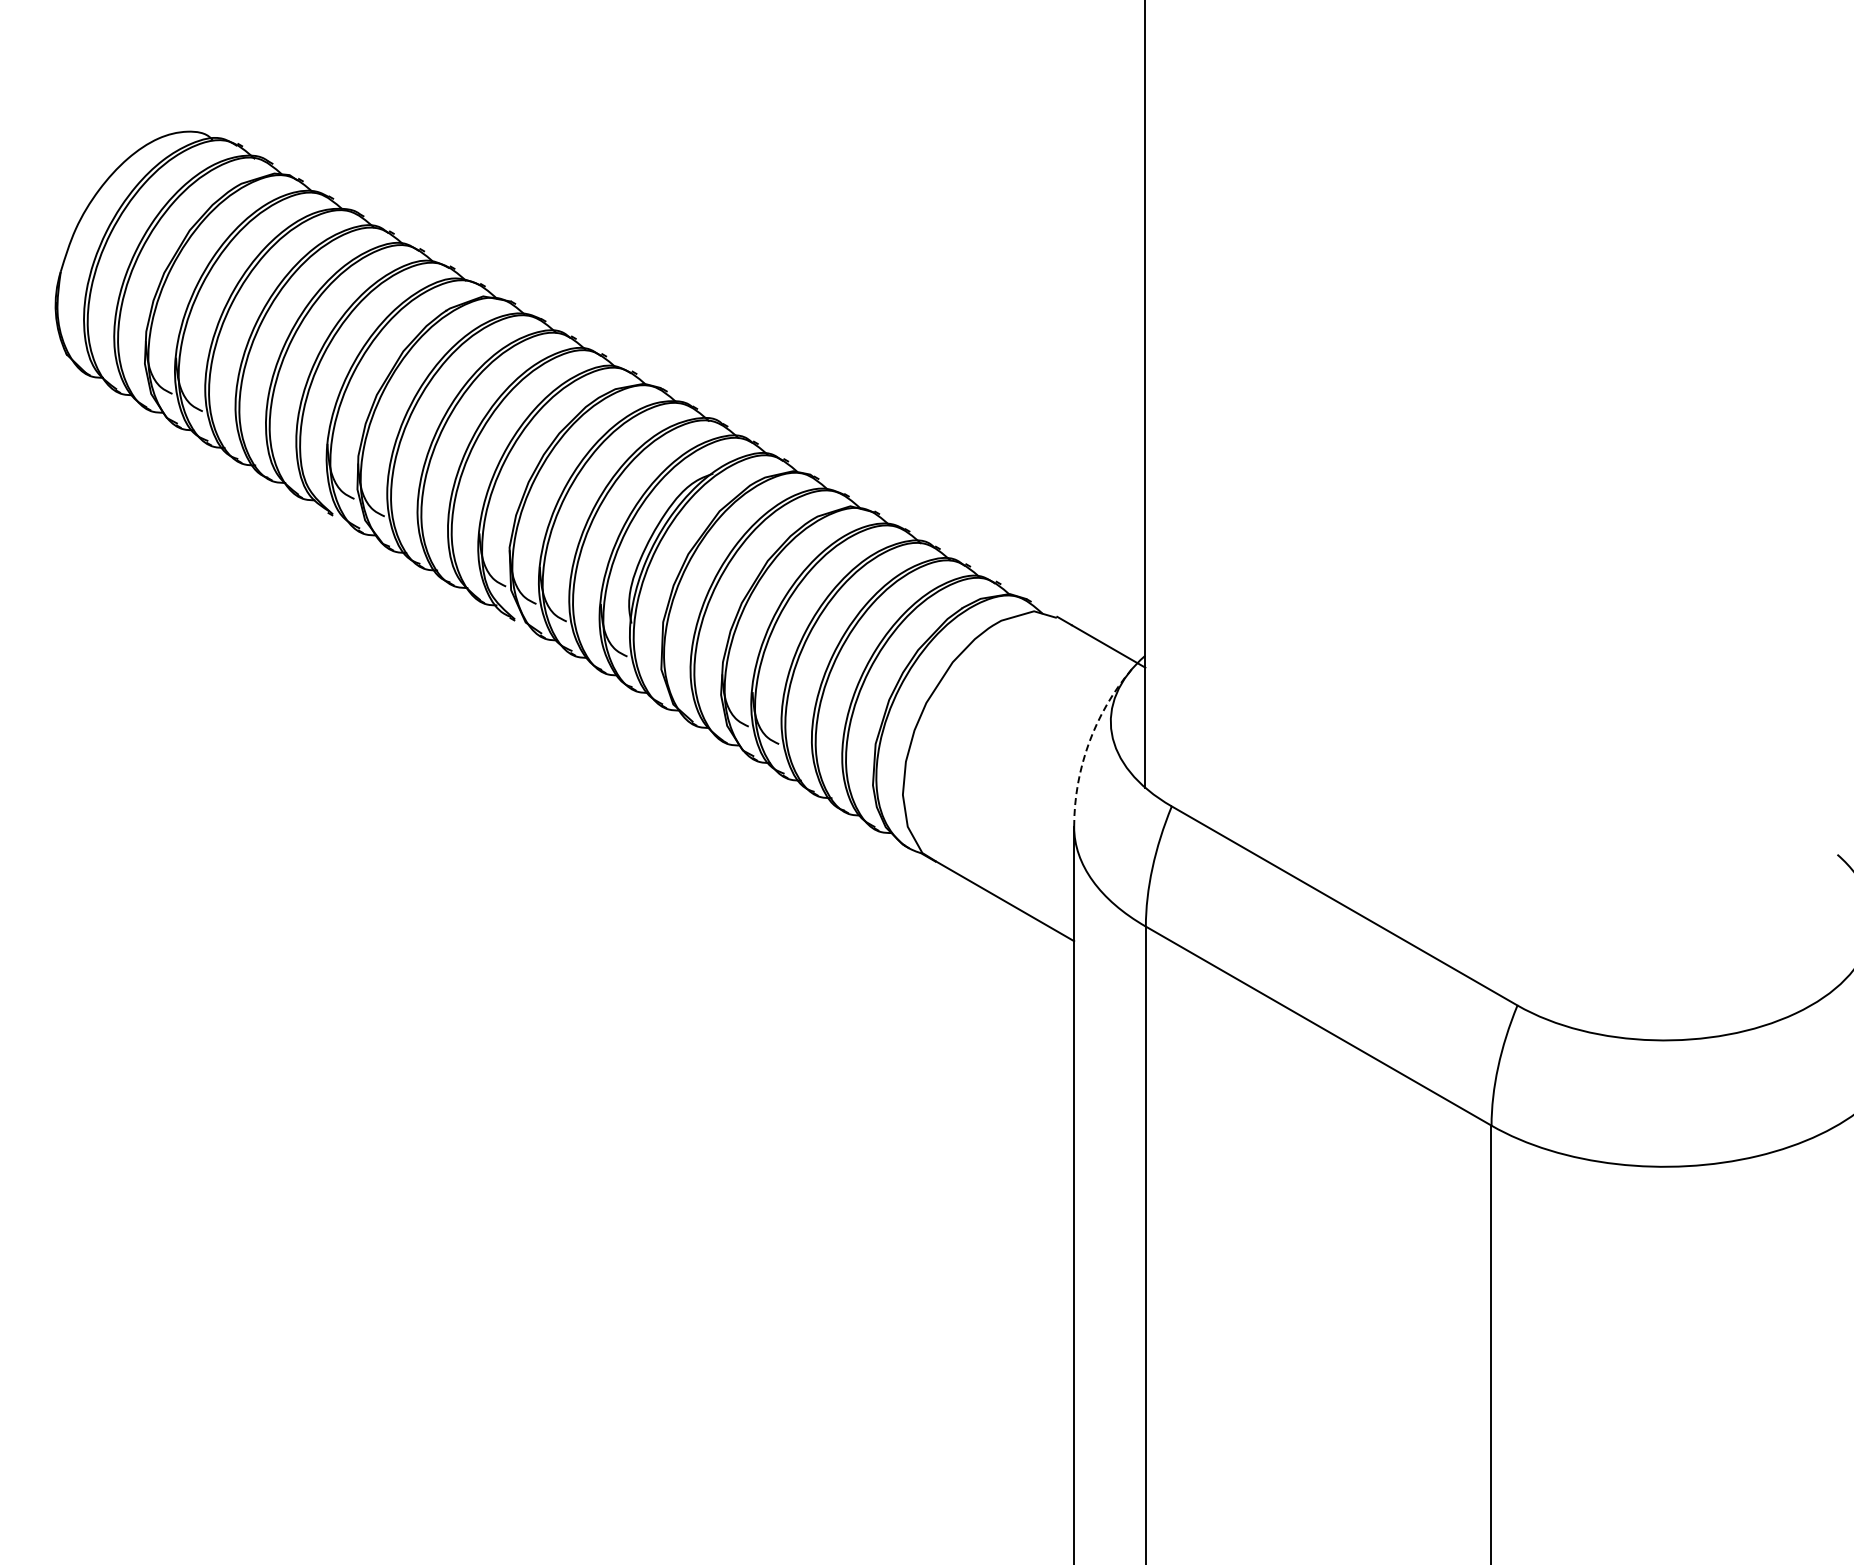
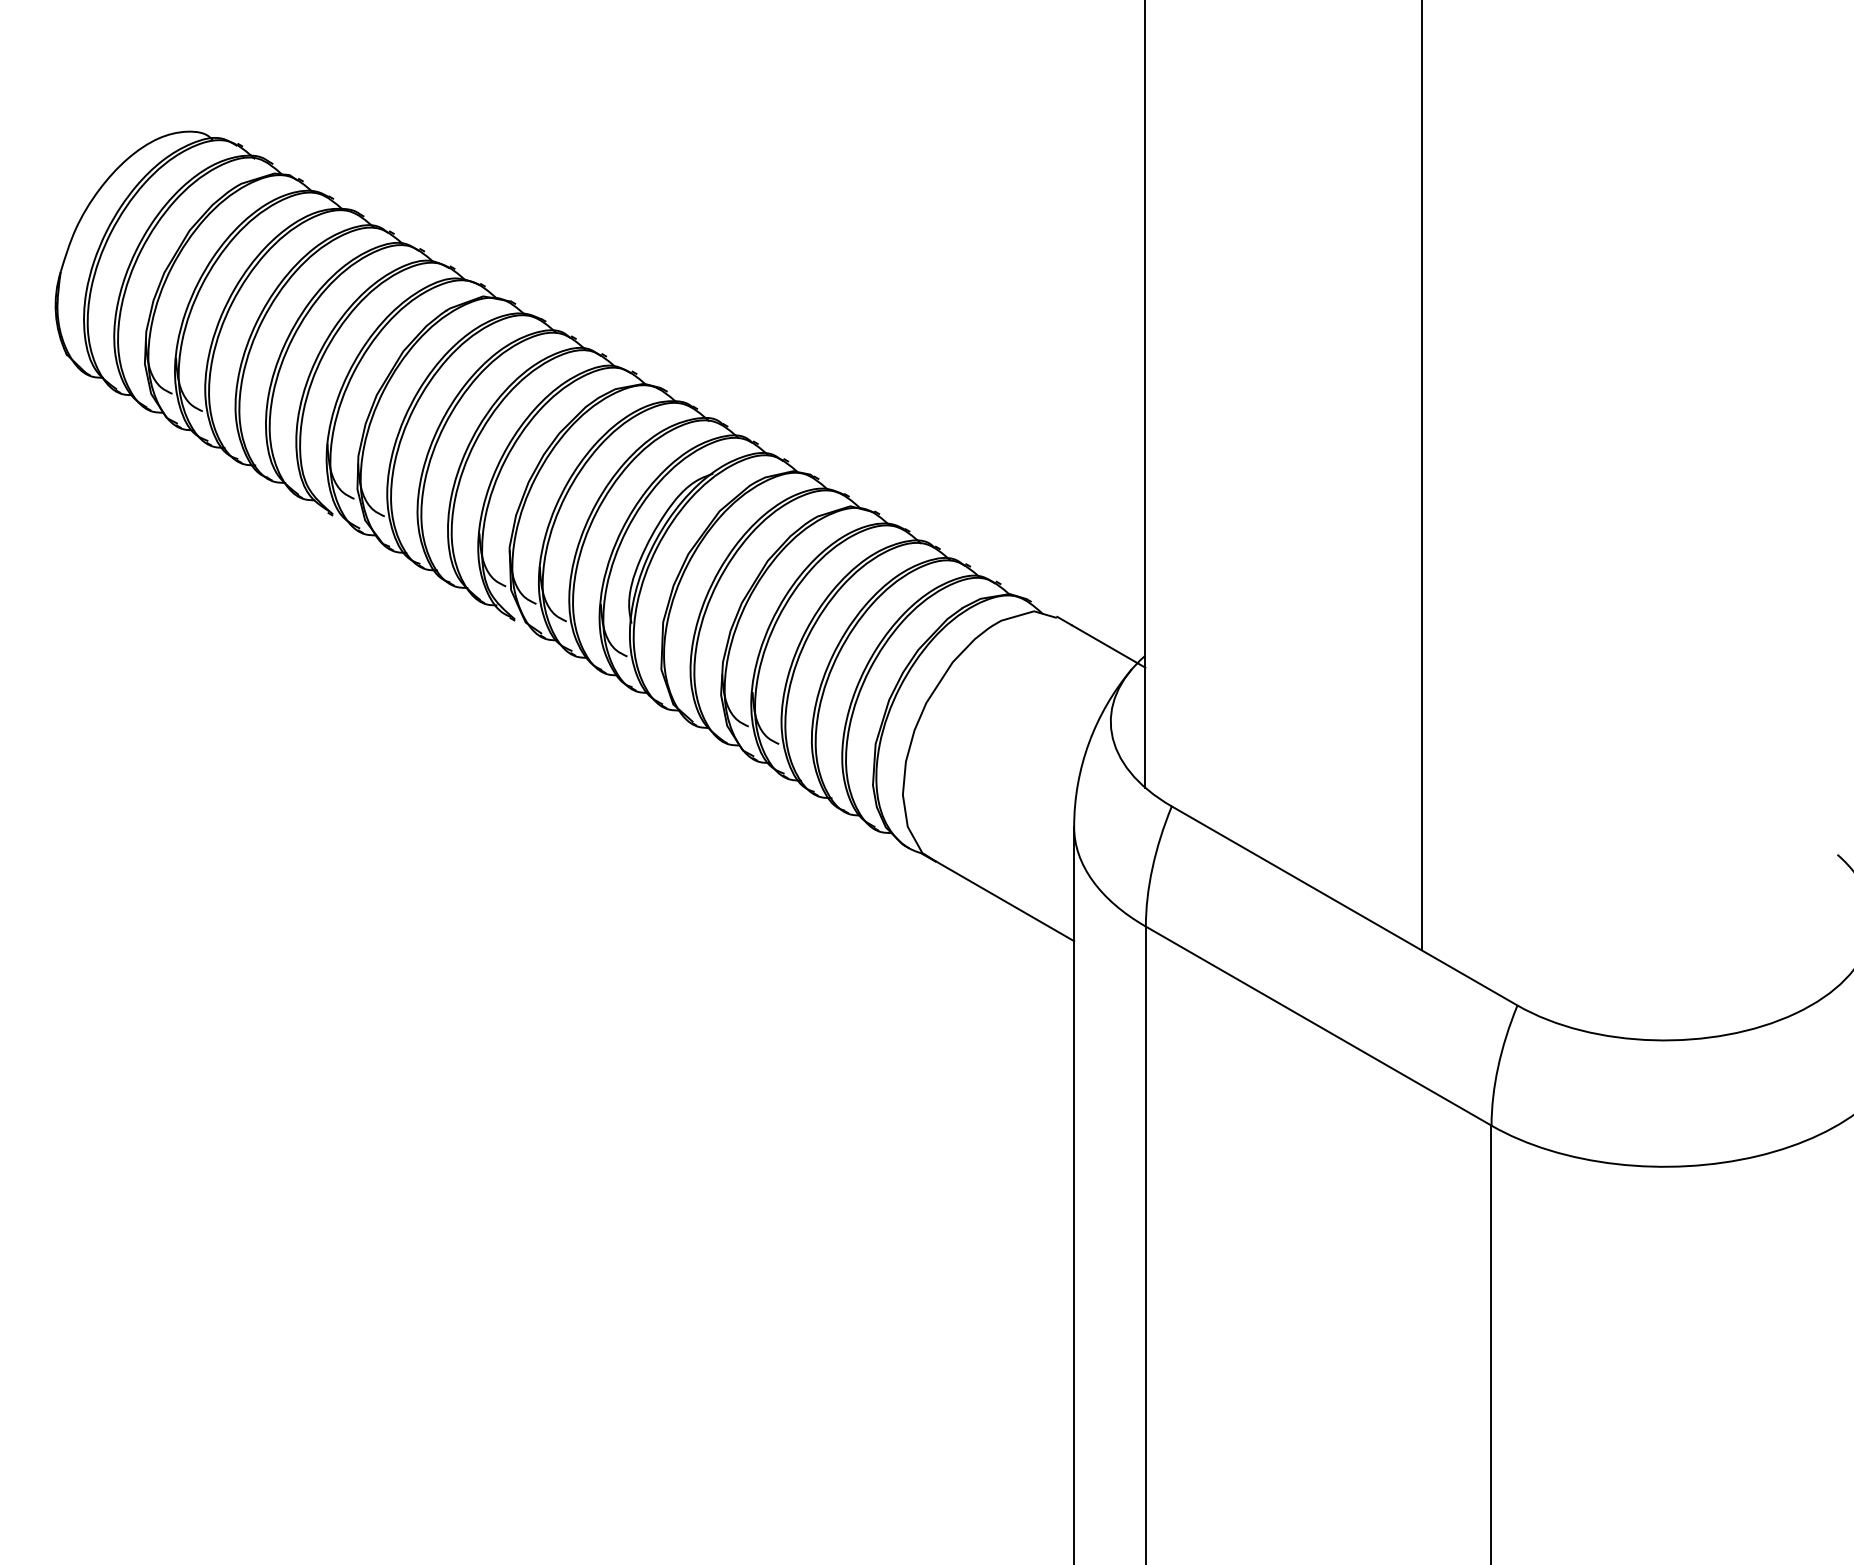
line at (1421, 476): none -> present
arc at (1088, 743): dashed -> solid
